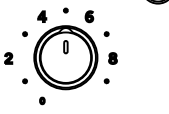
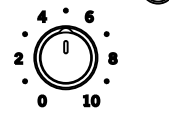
part at (8, 58) position: (8, 58) -> (18, 58)
part at (42, 100) size: 7x10 px -> 11x14 px
part at (91, 100): none -> present
